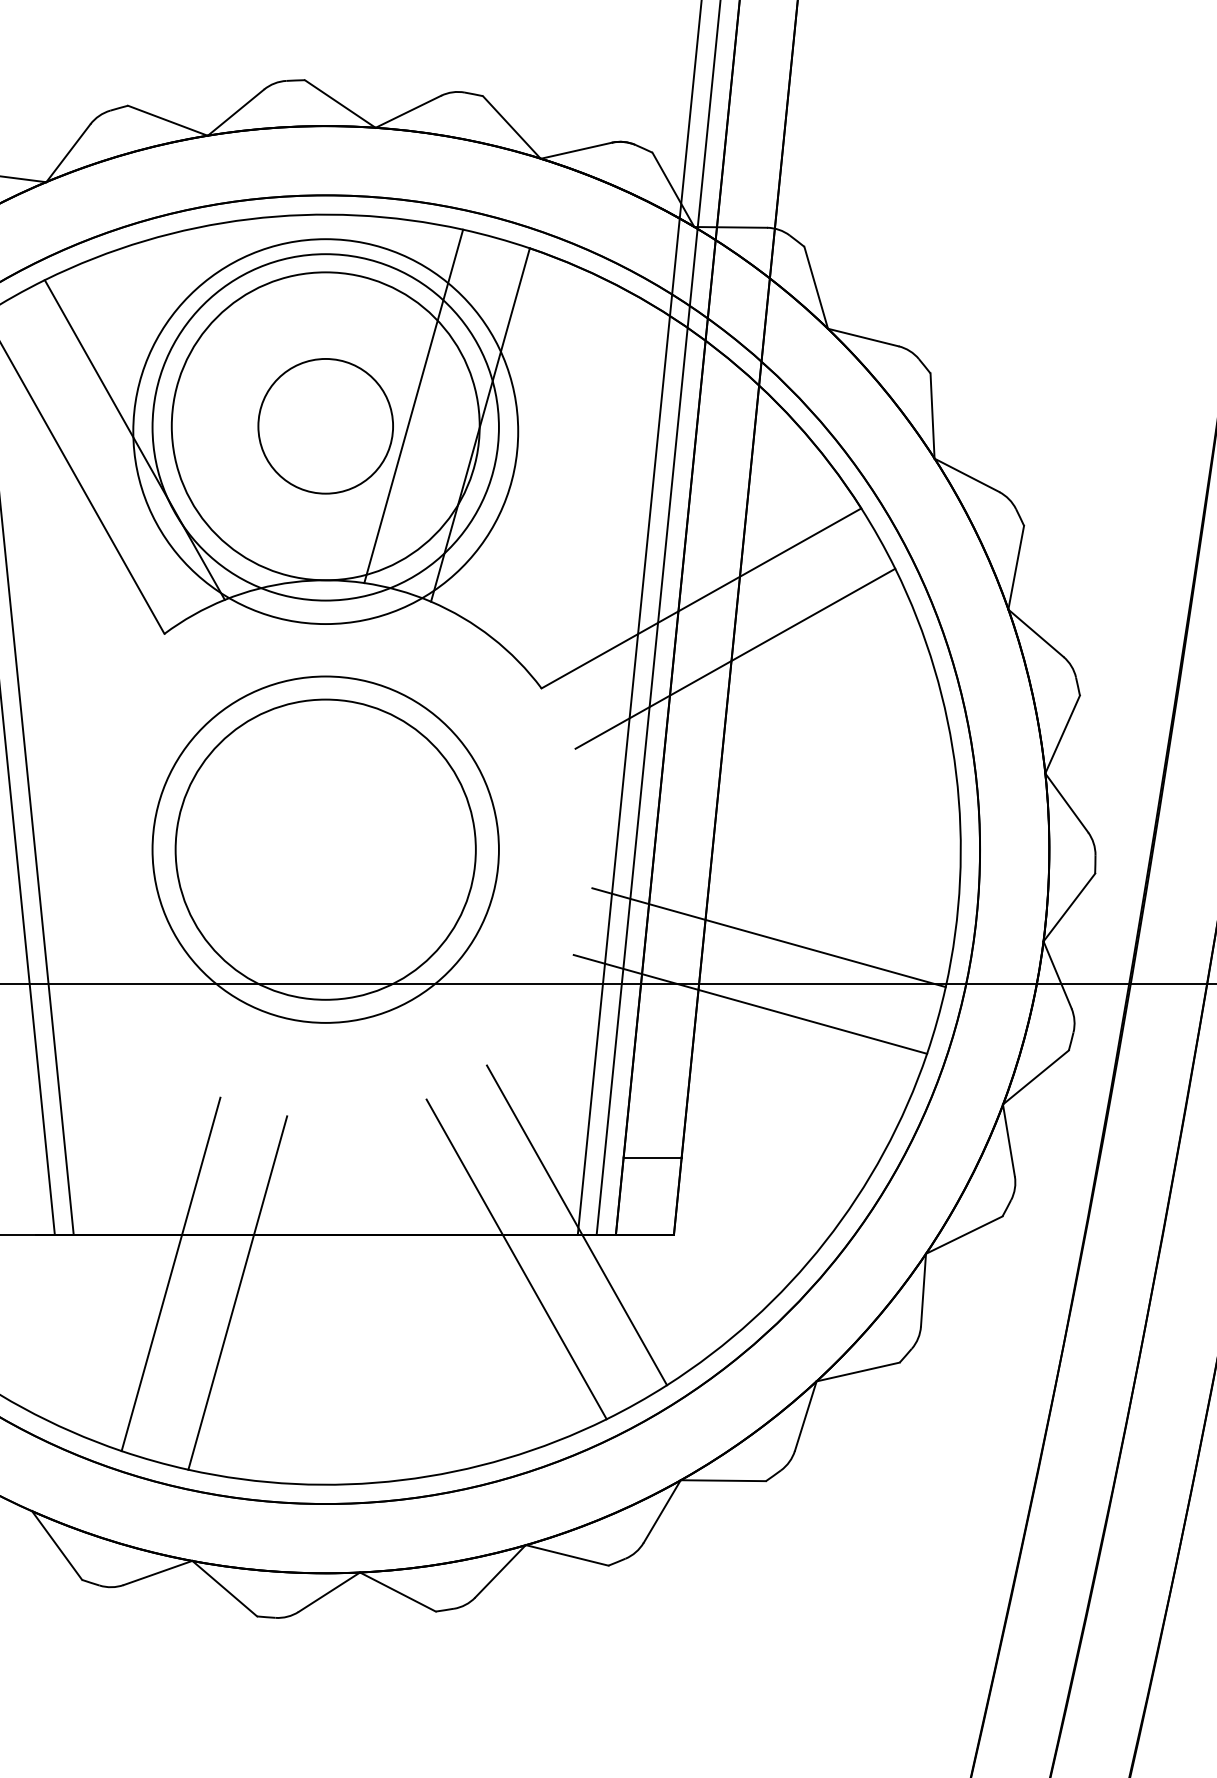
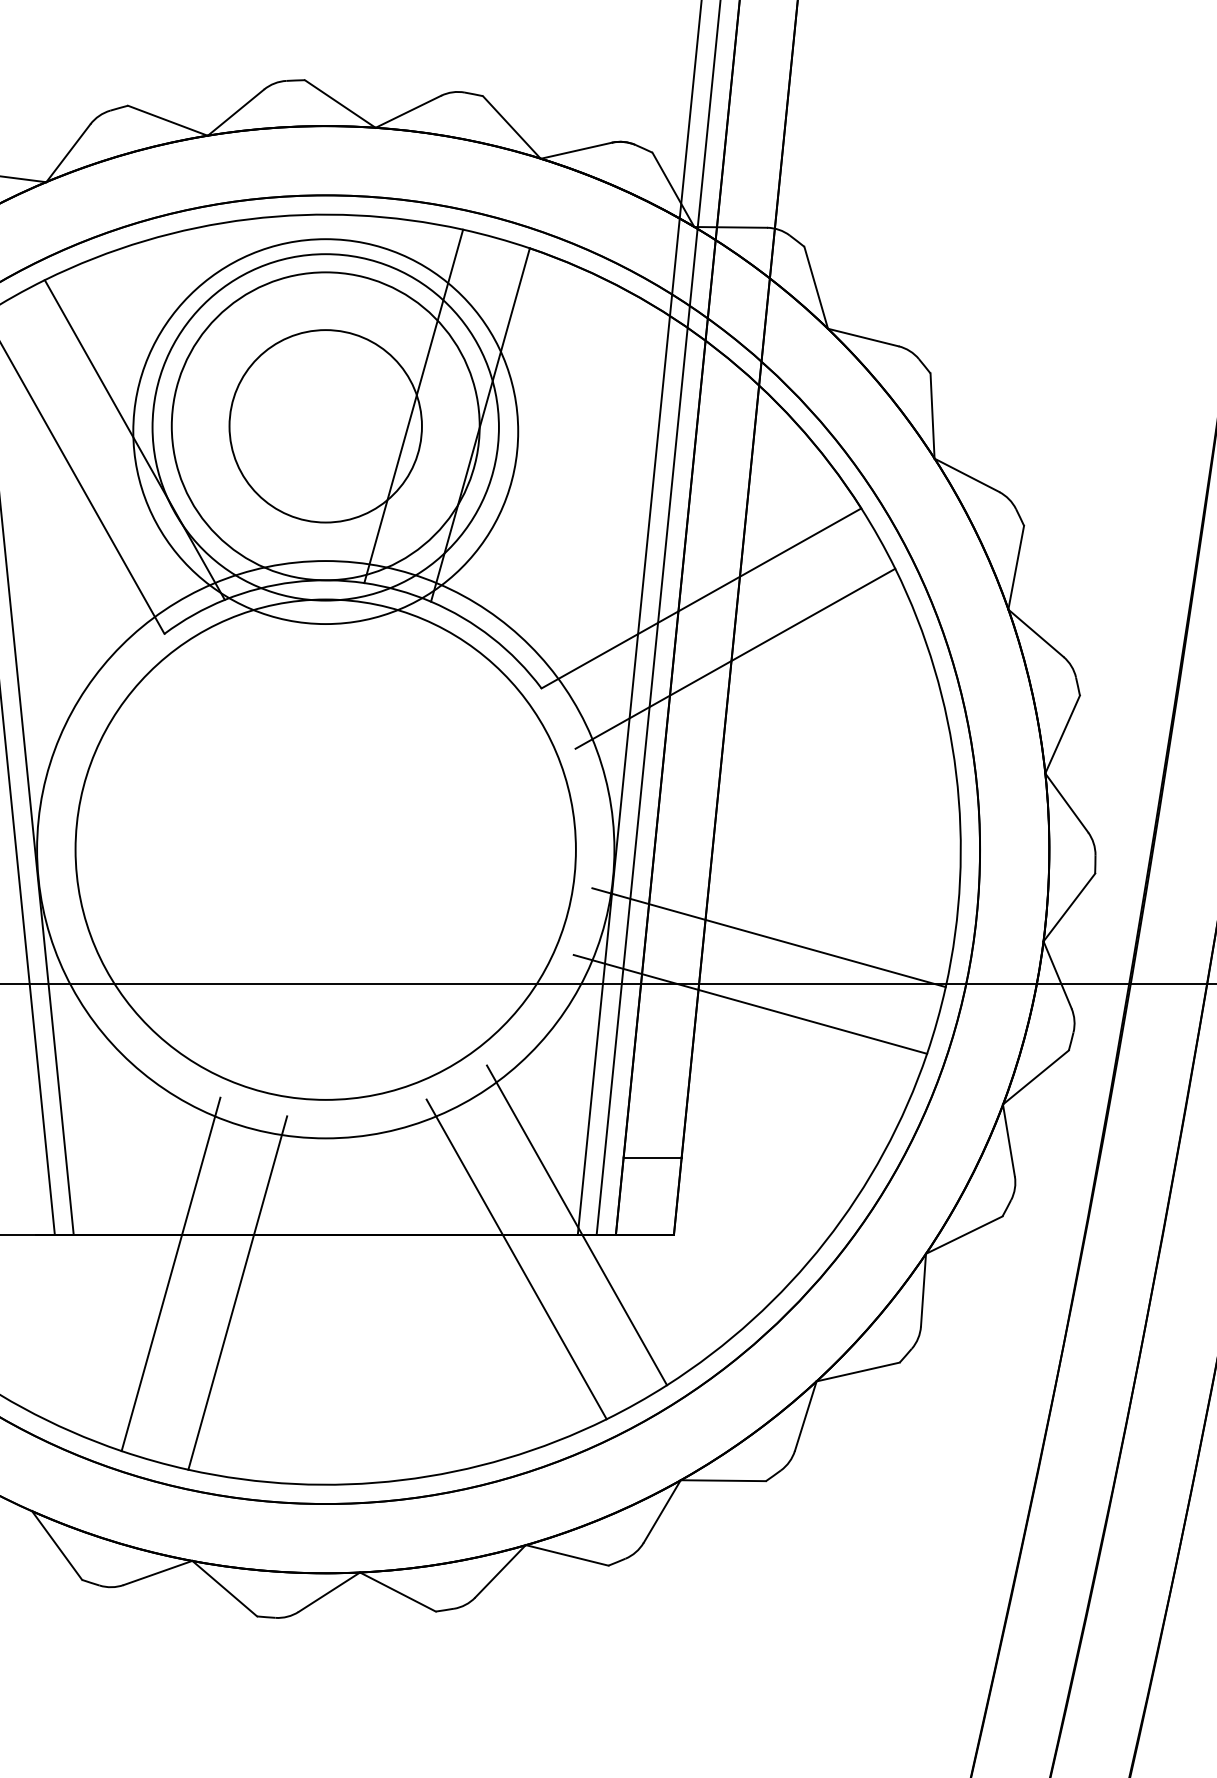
circle at (325, 425) diameter: 135 px -> 192 px
circle at (325, 849) diameter: 300 px -> 500 px
circle at (325, 849) diameter: 346 px -> 577 px
